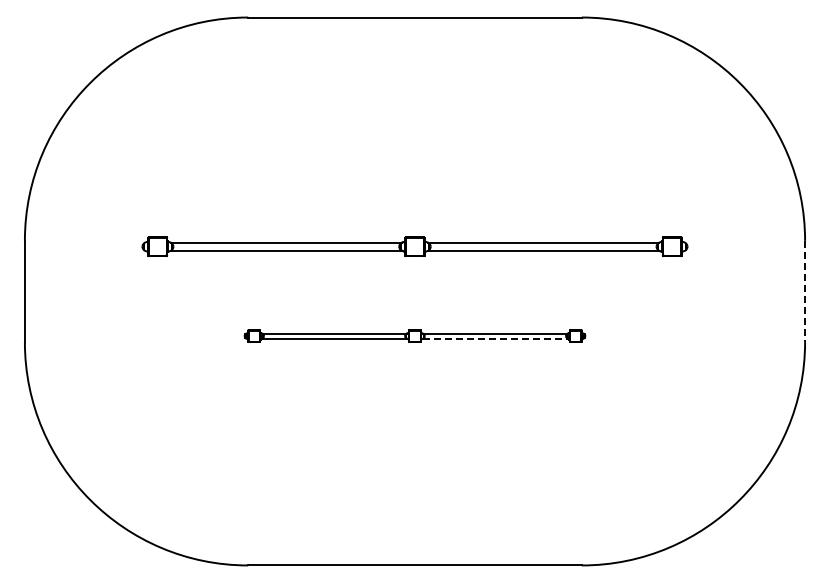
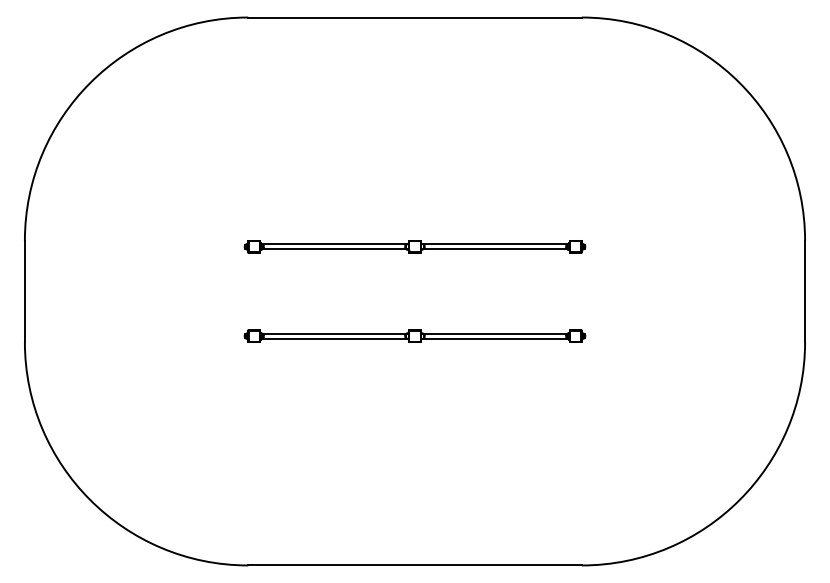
part at (414, 246) size: 548x22 px -> 344x14 px
line at (805, 291): dashed -> solid
line at (495, 338): dashed -> solid
